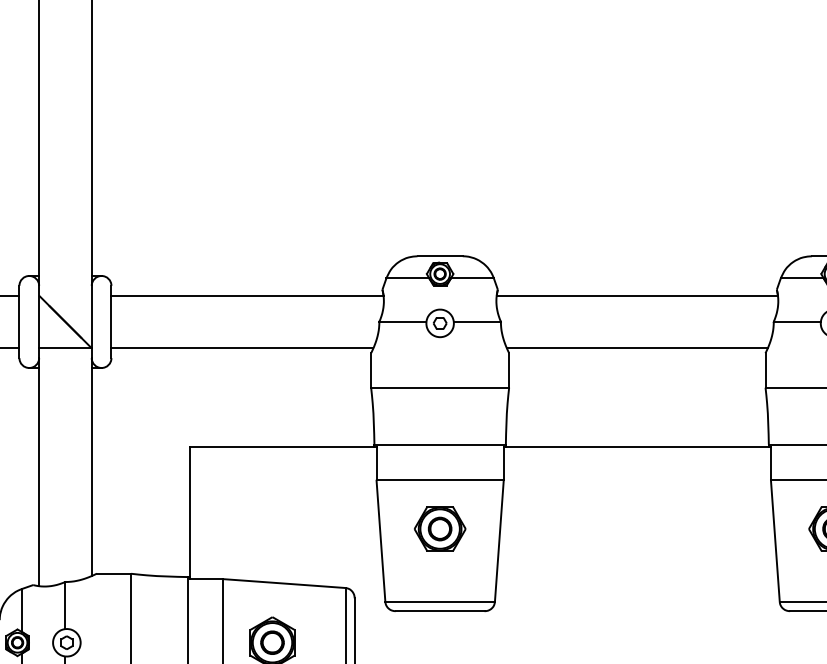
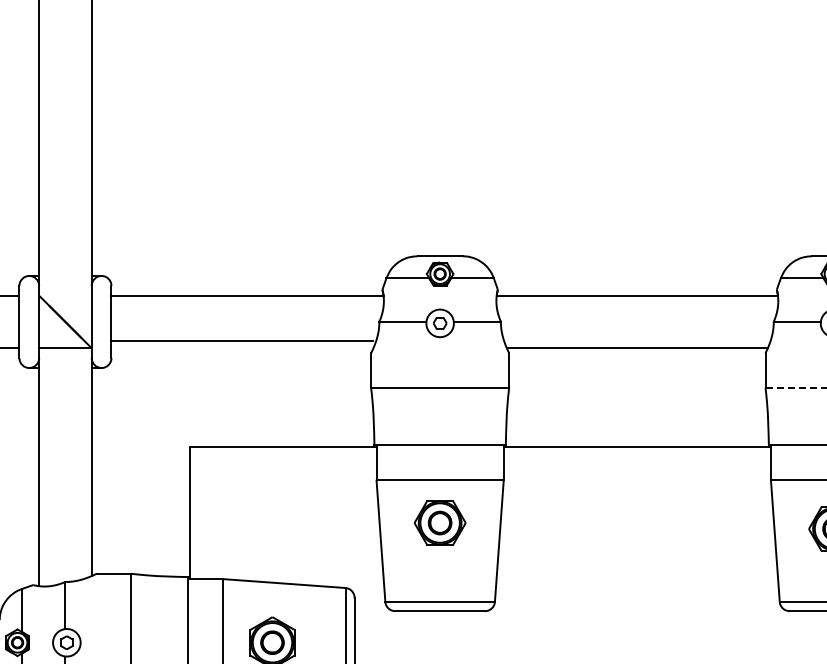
line at (242, 348) position: (242, 348) -> (242, 341)
line at (796, 387): solid -> dashed
part at (440, 528) position: (440, 528) -> (440, 522)
